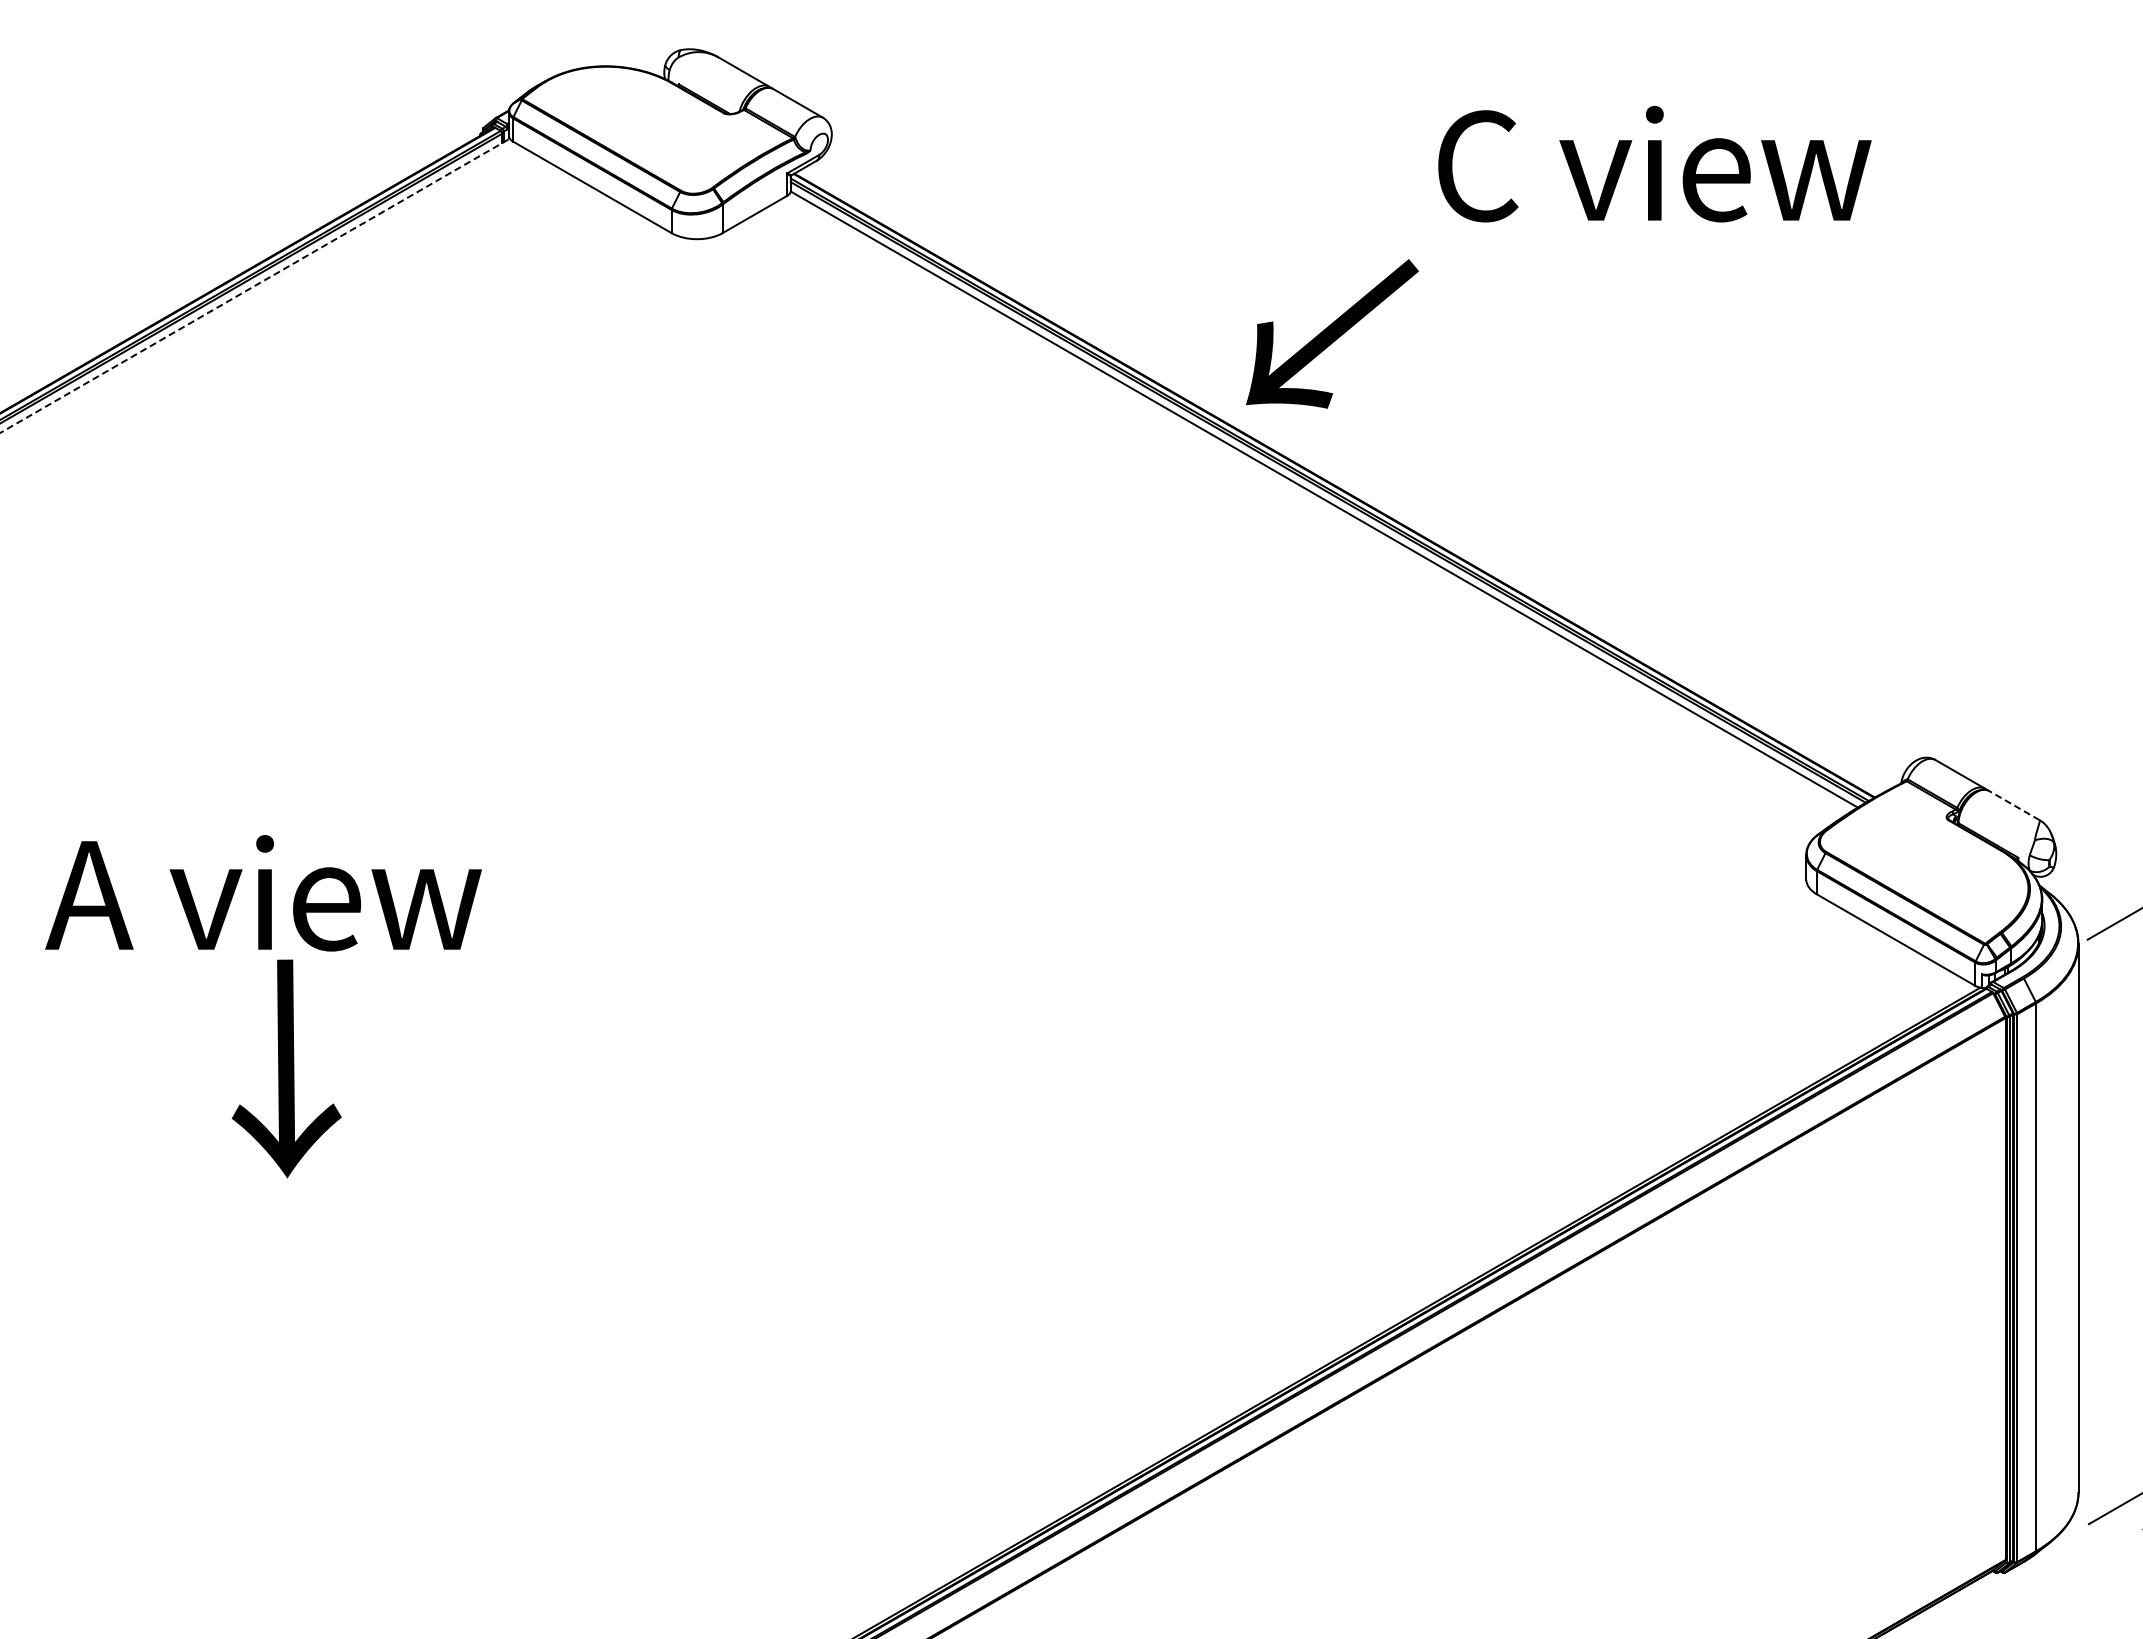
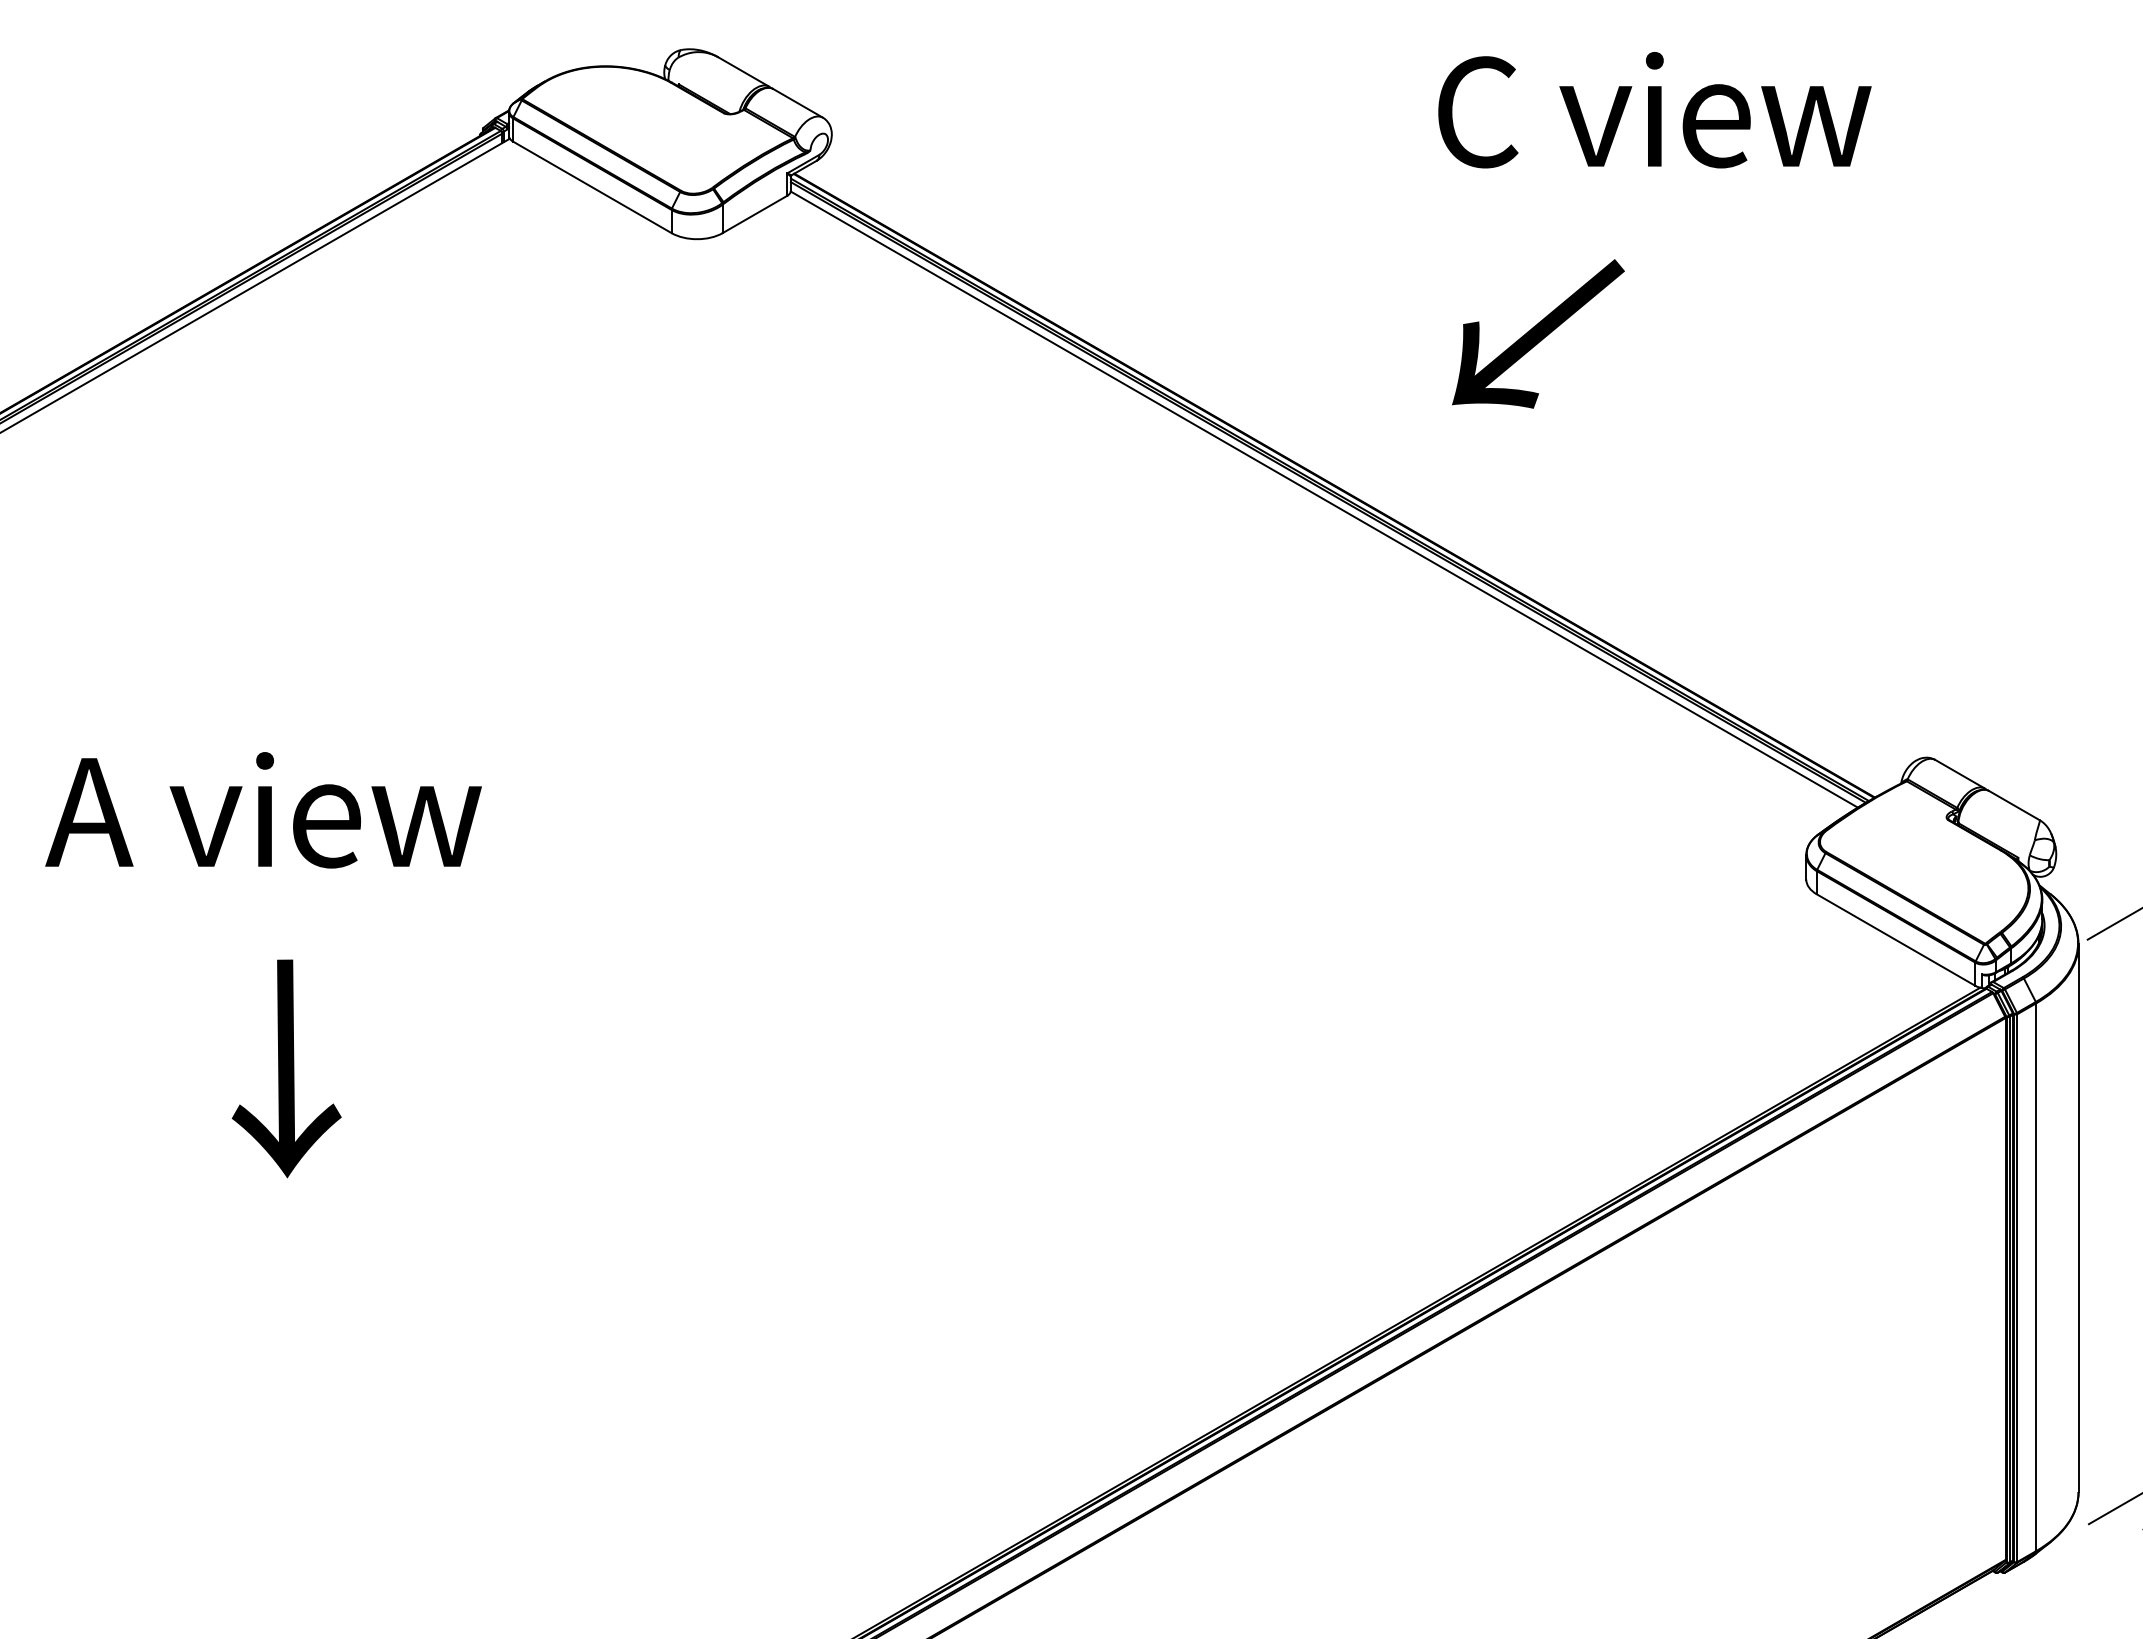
text at (1654, 164) position: (1654, 164) -> (1654, 110)
line at (255, 285): dashed -> solid
text at (1332, 333) position: (1332, 333) -> (1538, 333)
line at (2013, 805): dashed -> solid
text at (263, 893) position: (263, 893) -> (263, 810)
